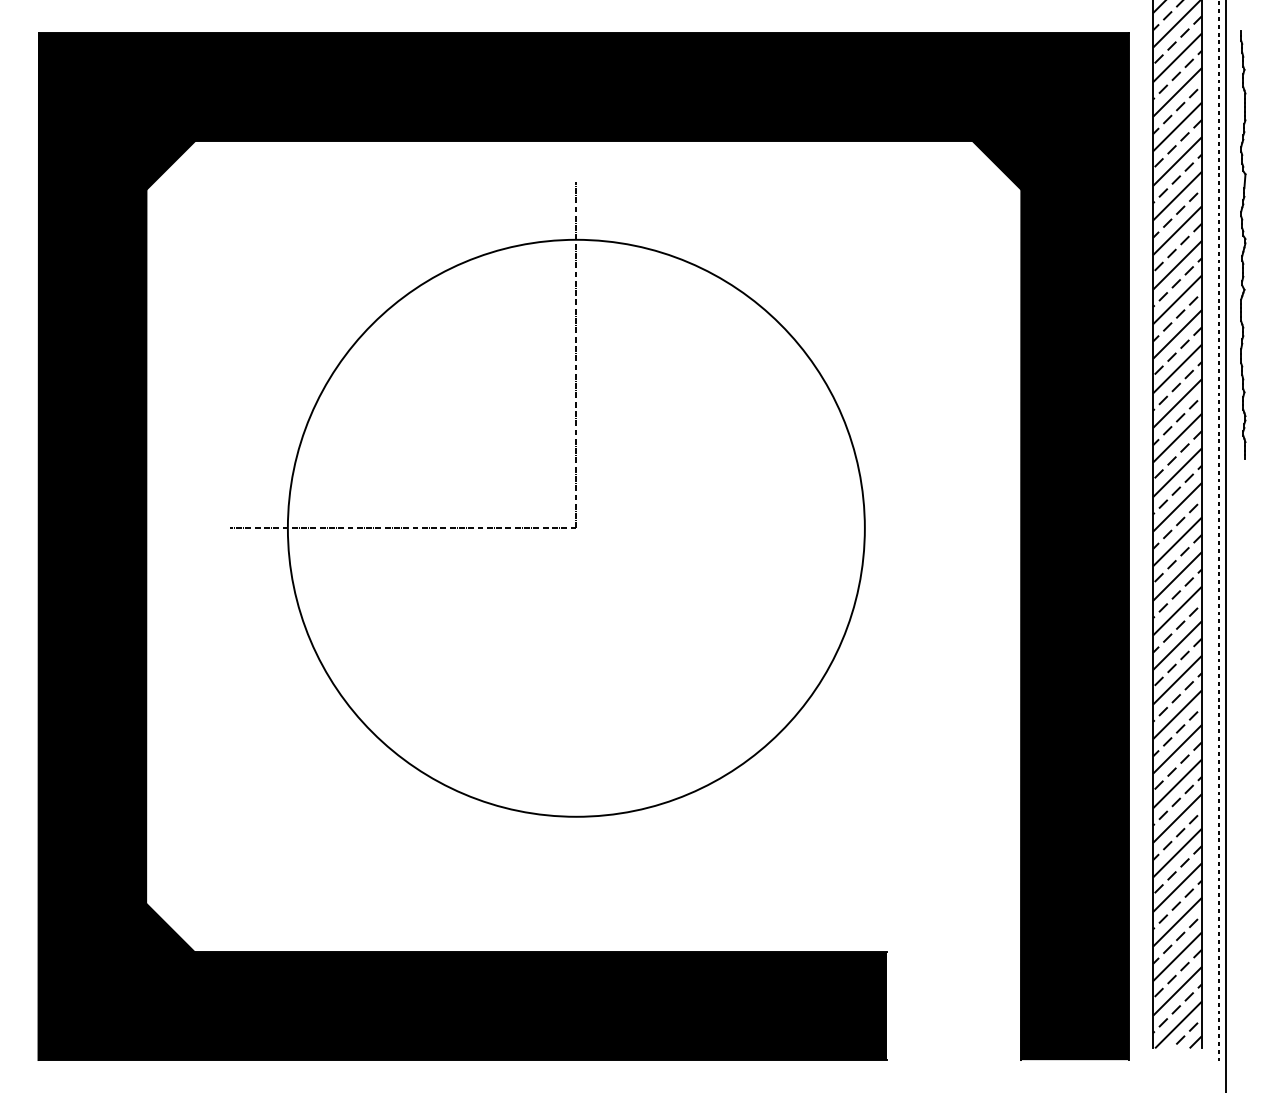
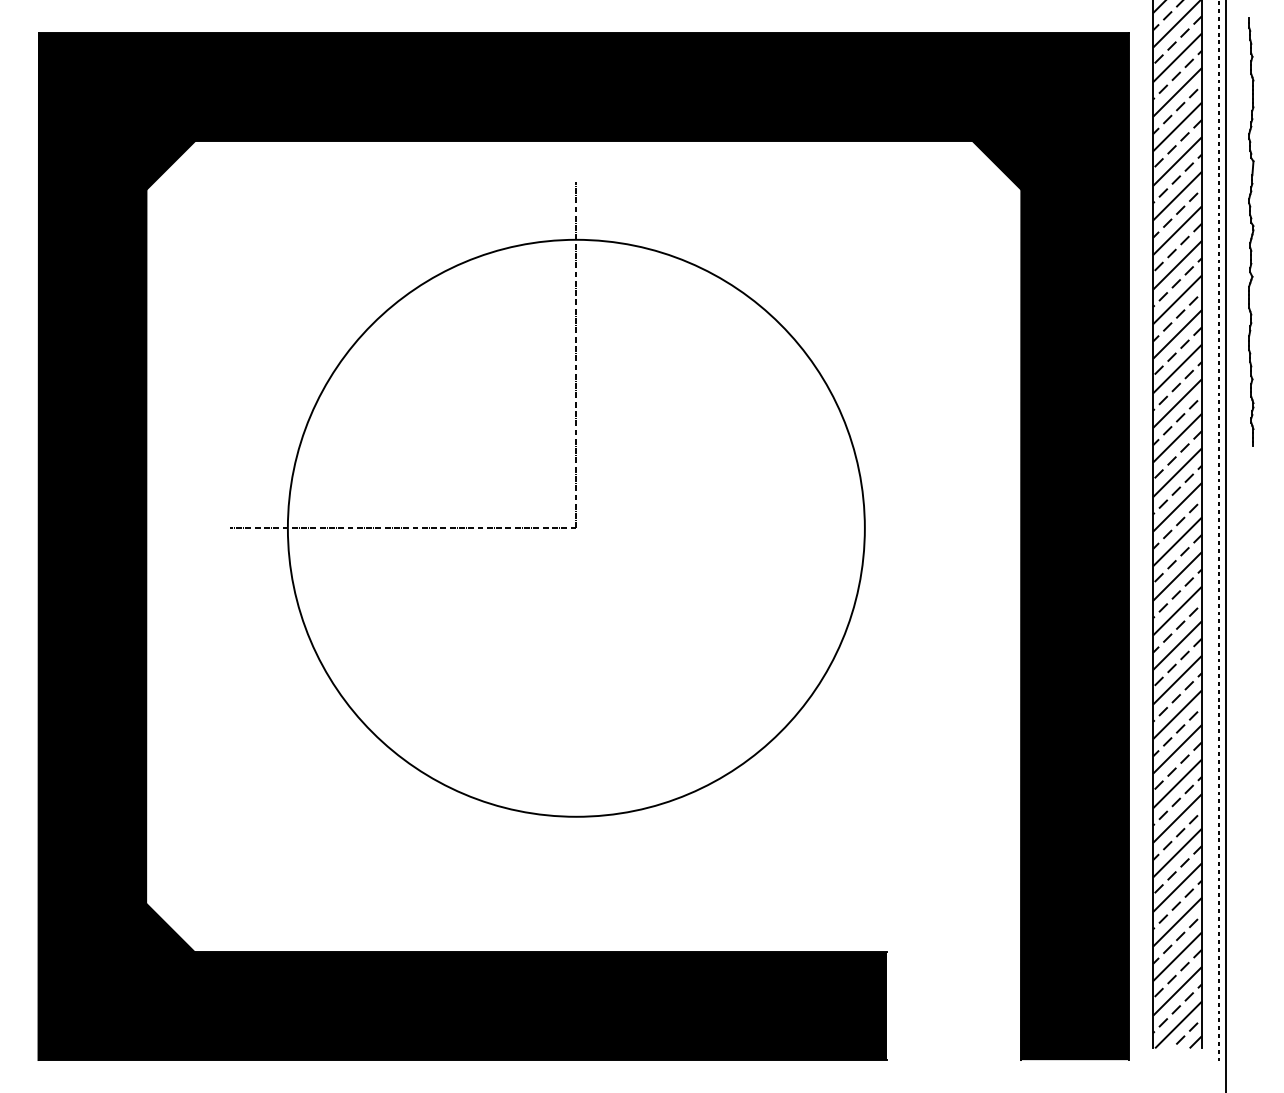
part at (1243, 244) position: (1243, 244) -> (1251, 231)
